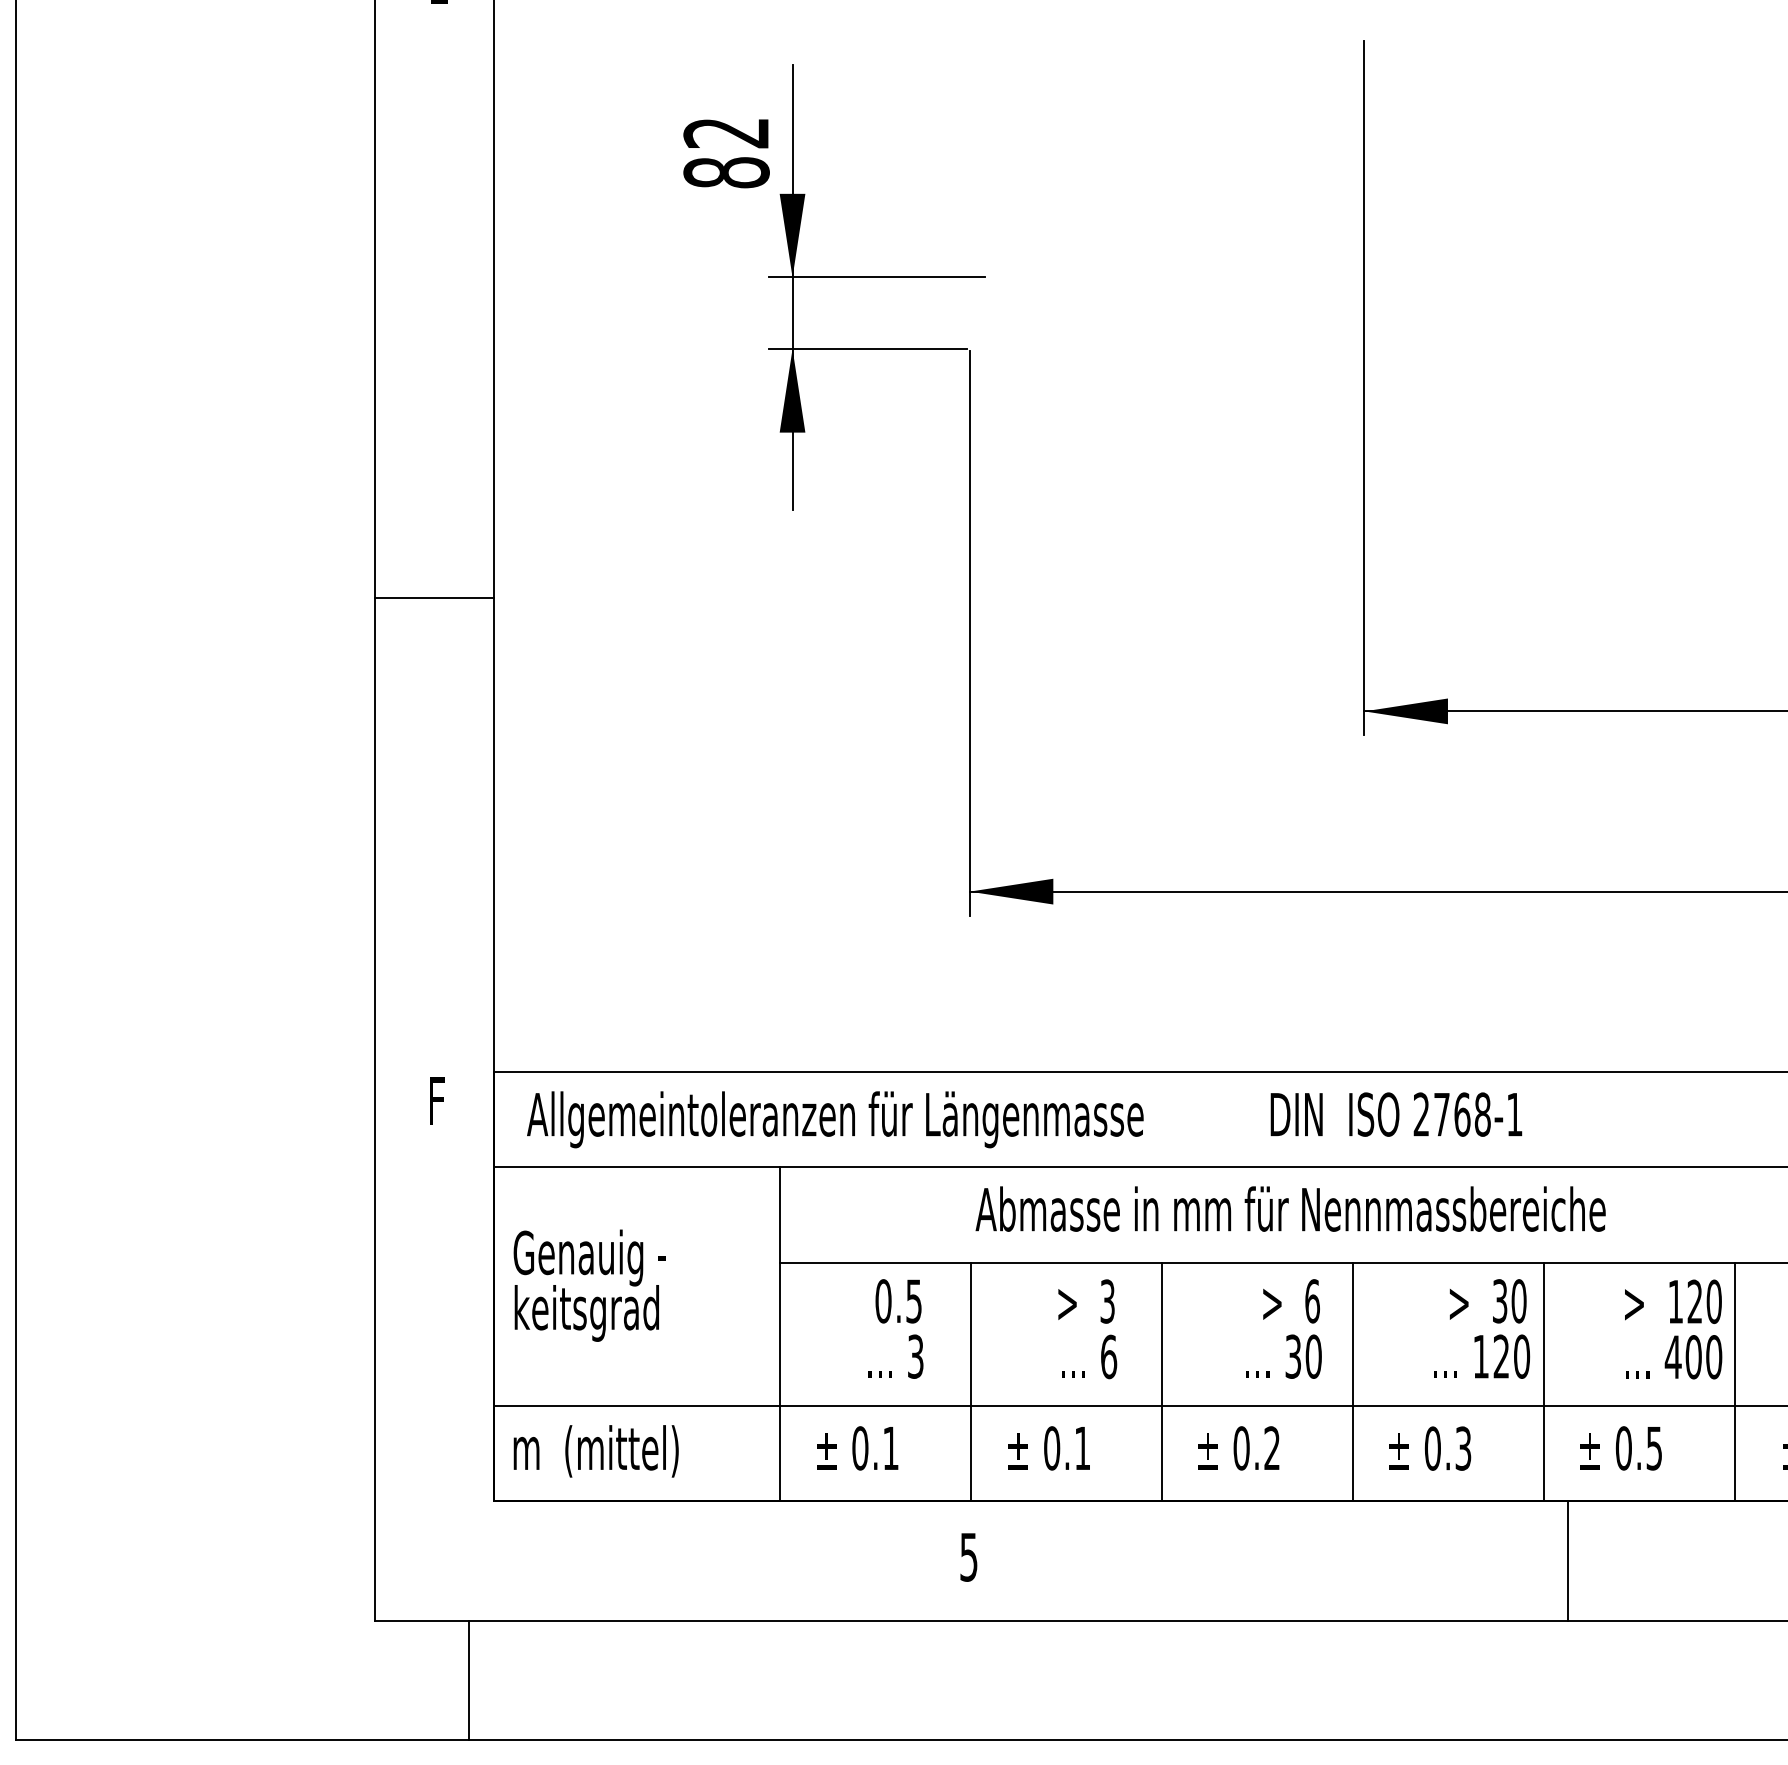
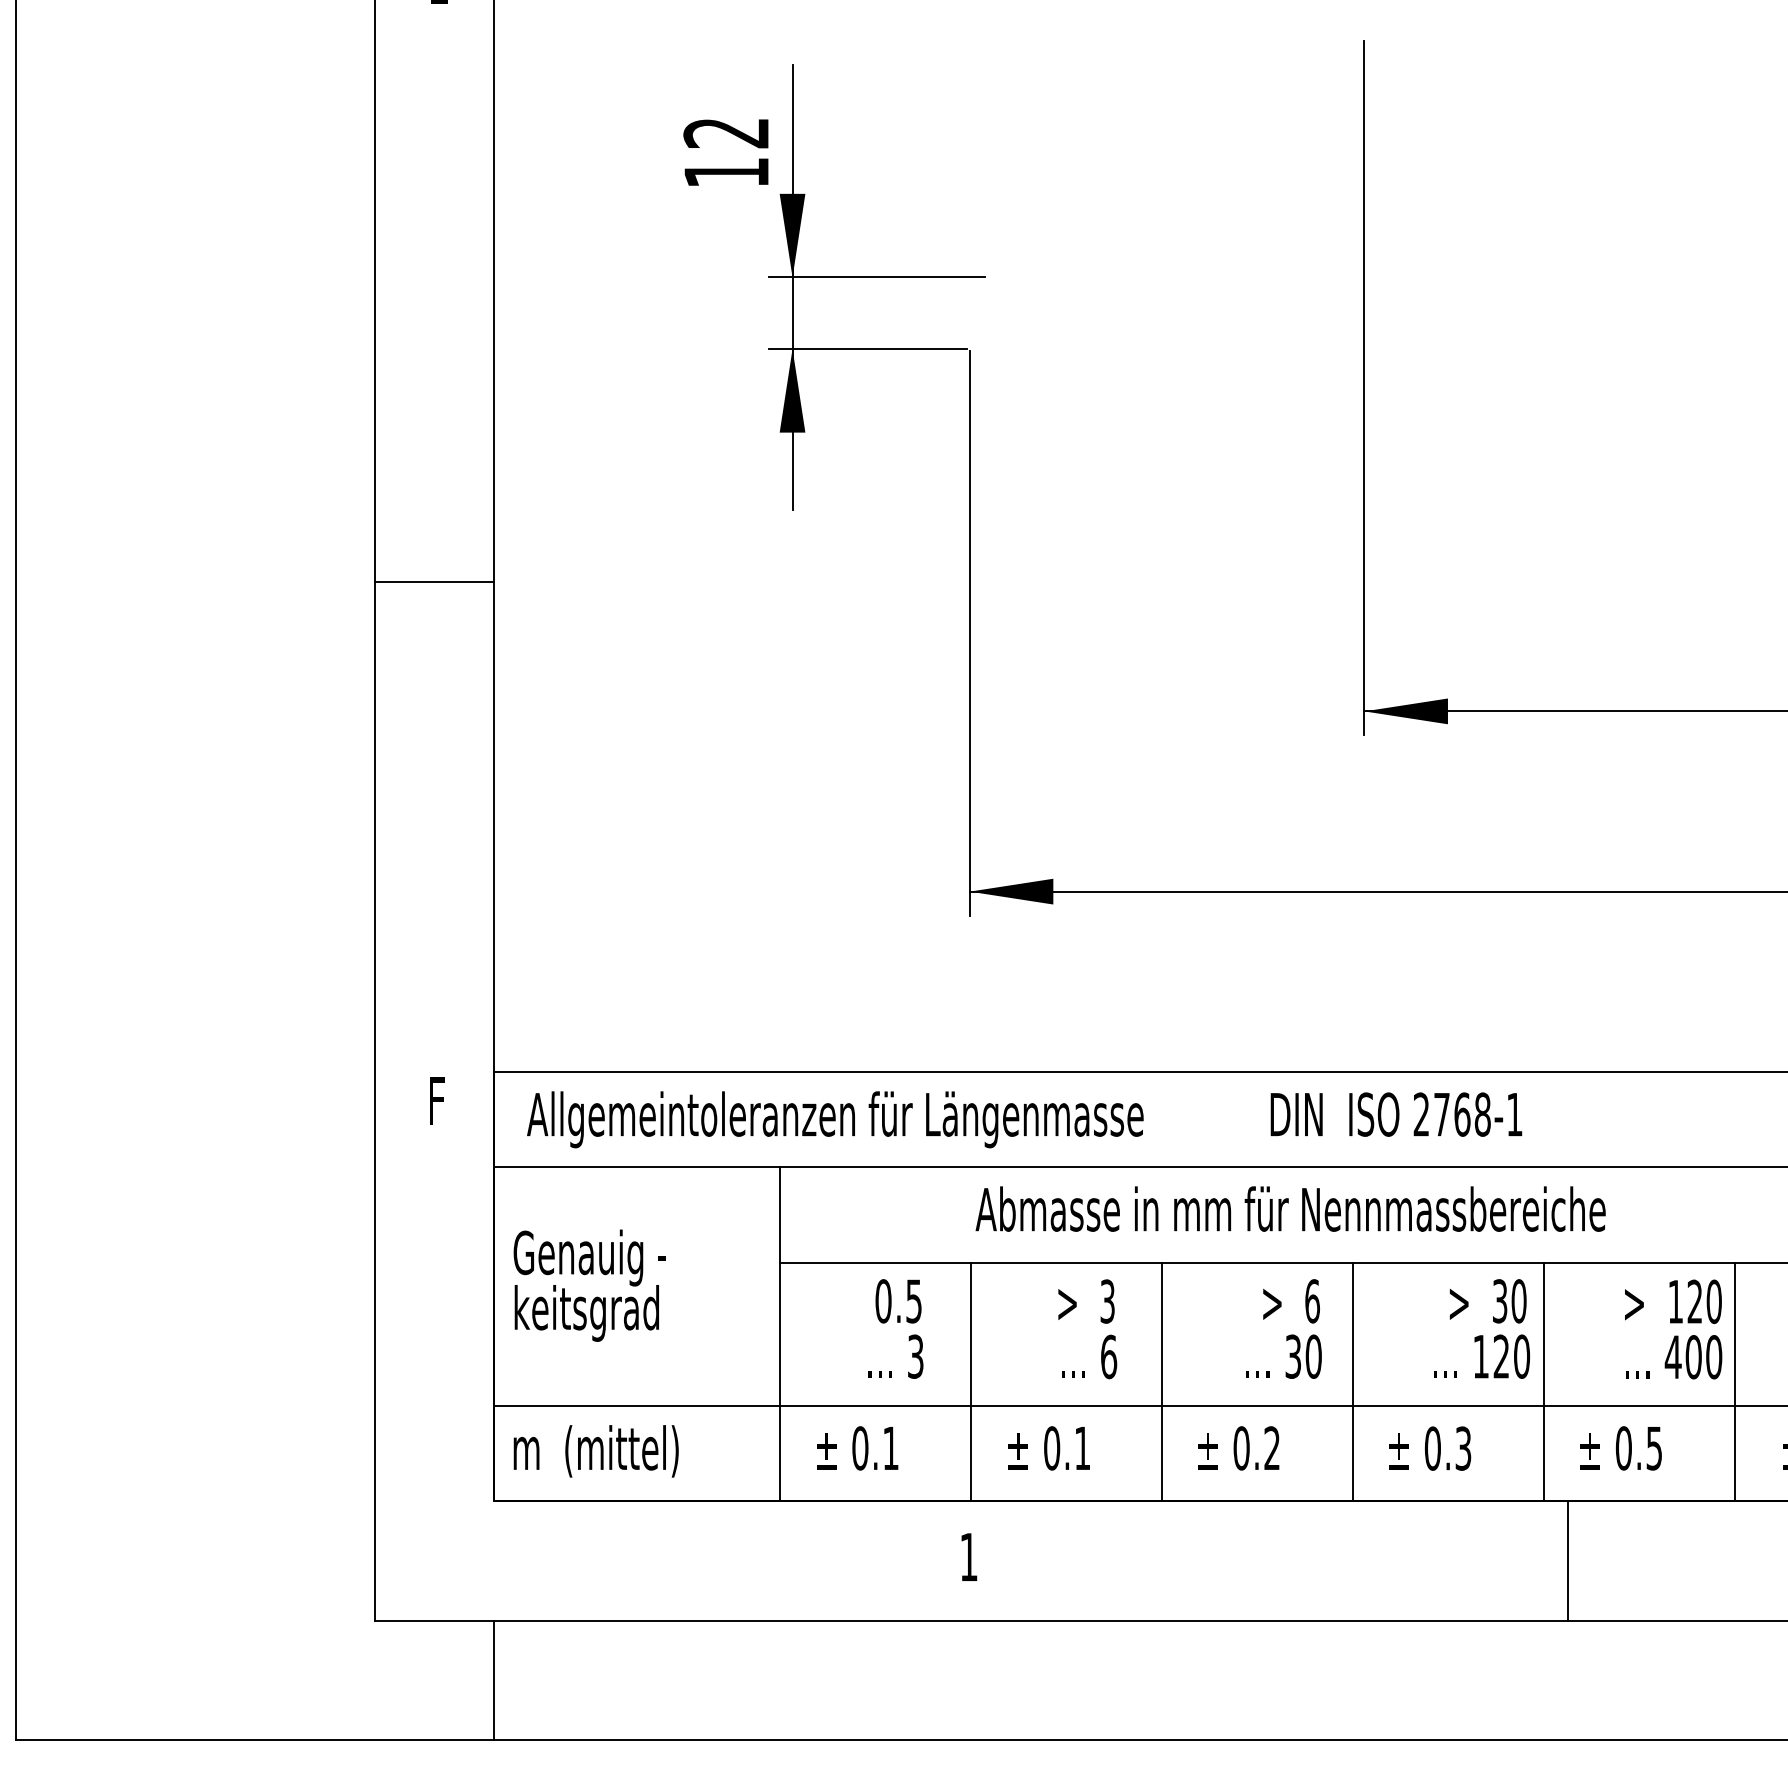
text at (726, 172): 82 -> 12
line at (433, 598) position: (433, 598) -> (433, 582)
text at (968, 1557): 5 -> 1
line at (468, 1680) position: (468, 1680) -> (493, 1680)
